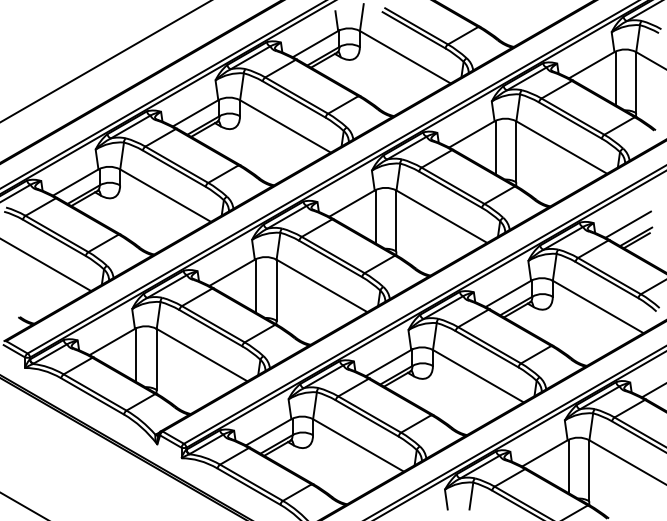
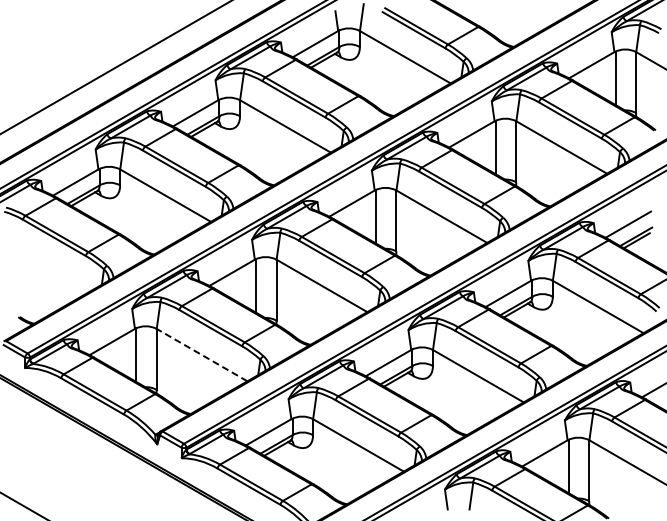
line at (105, 61) position: (105, 61) -> (115, 67)
line at (46, 265): present -> none
line at (201, 354): solid -> dashed
